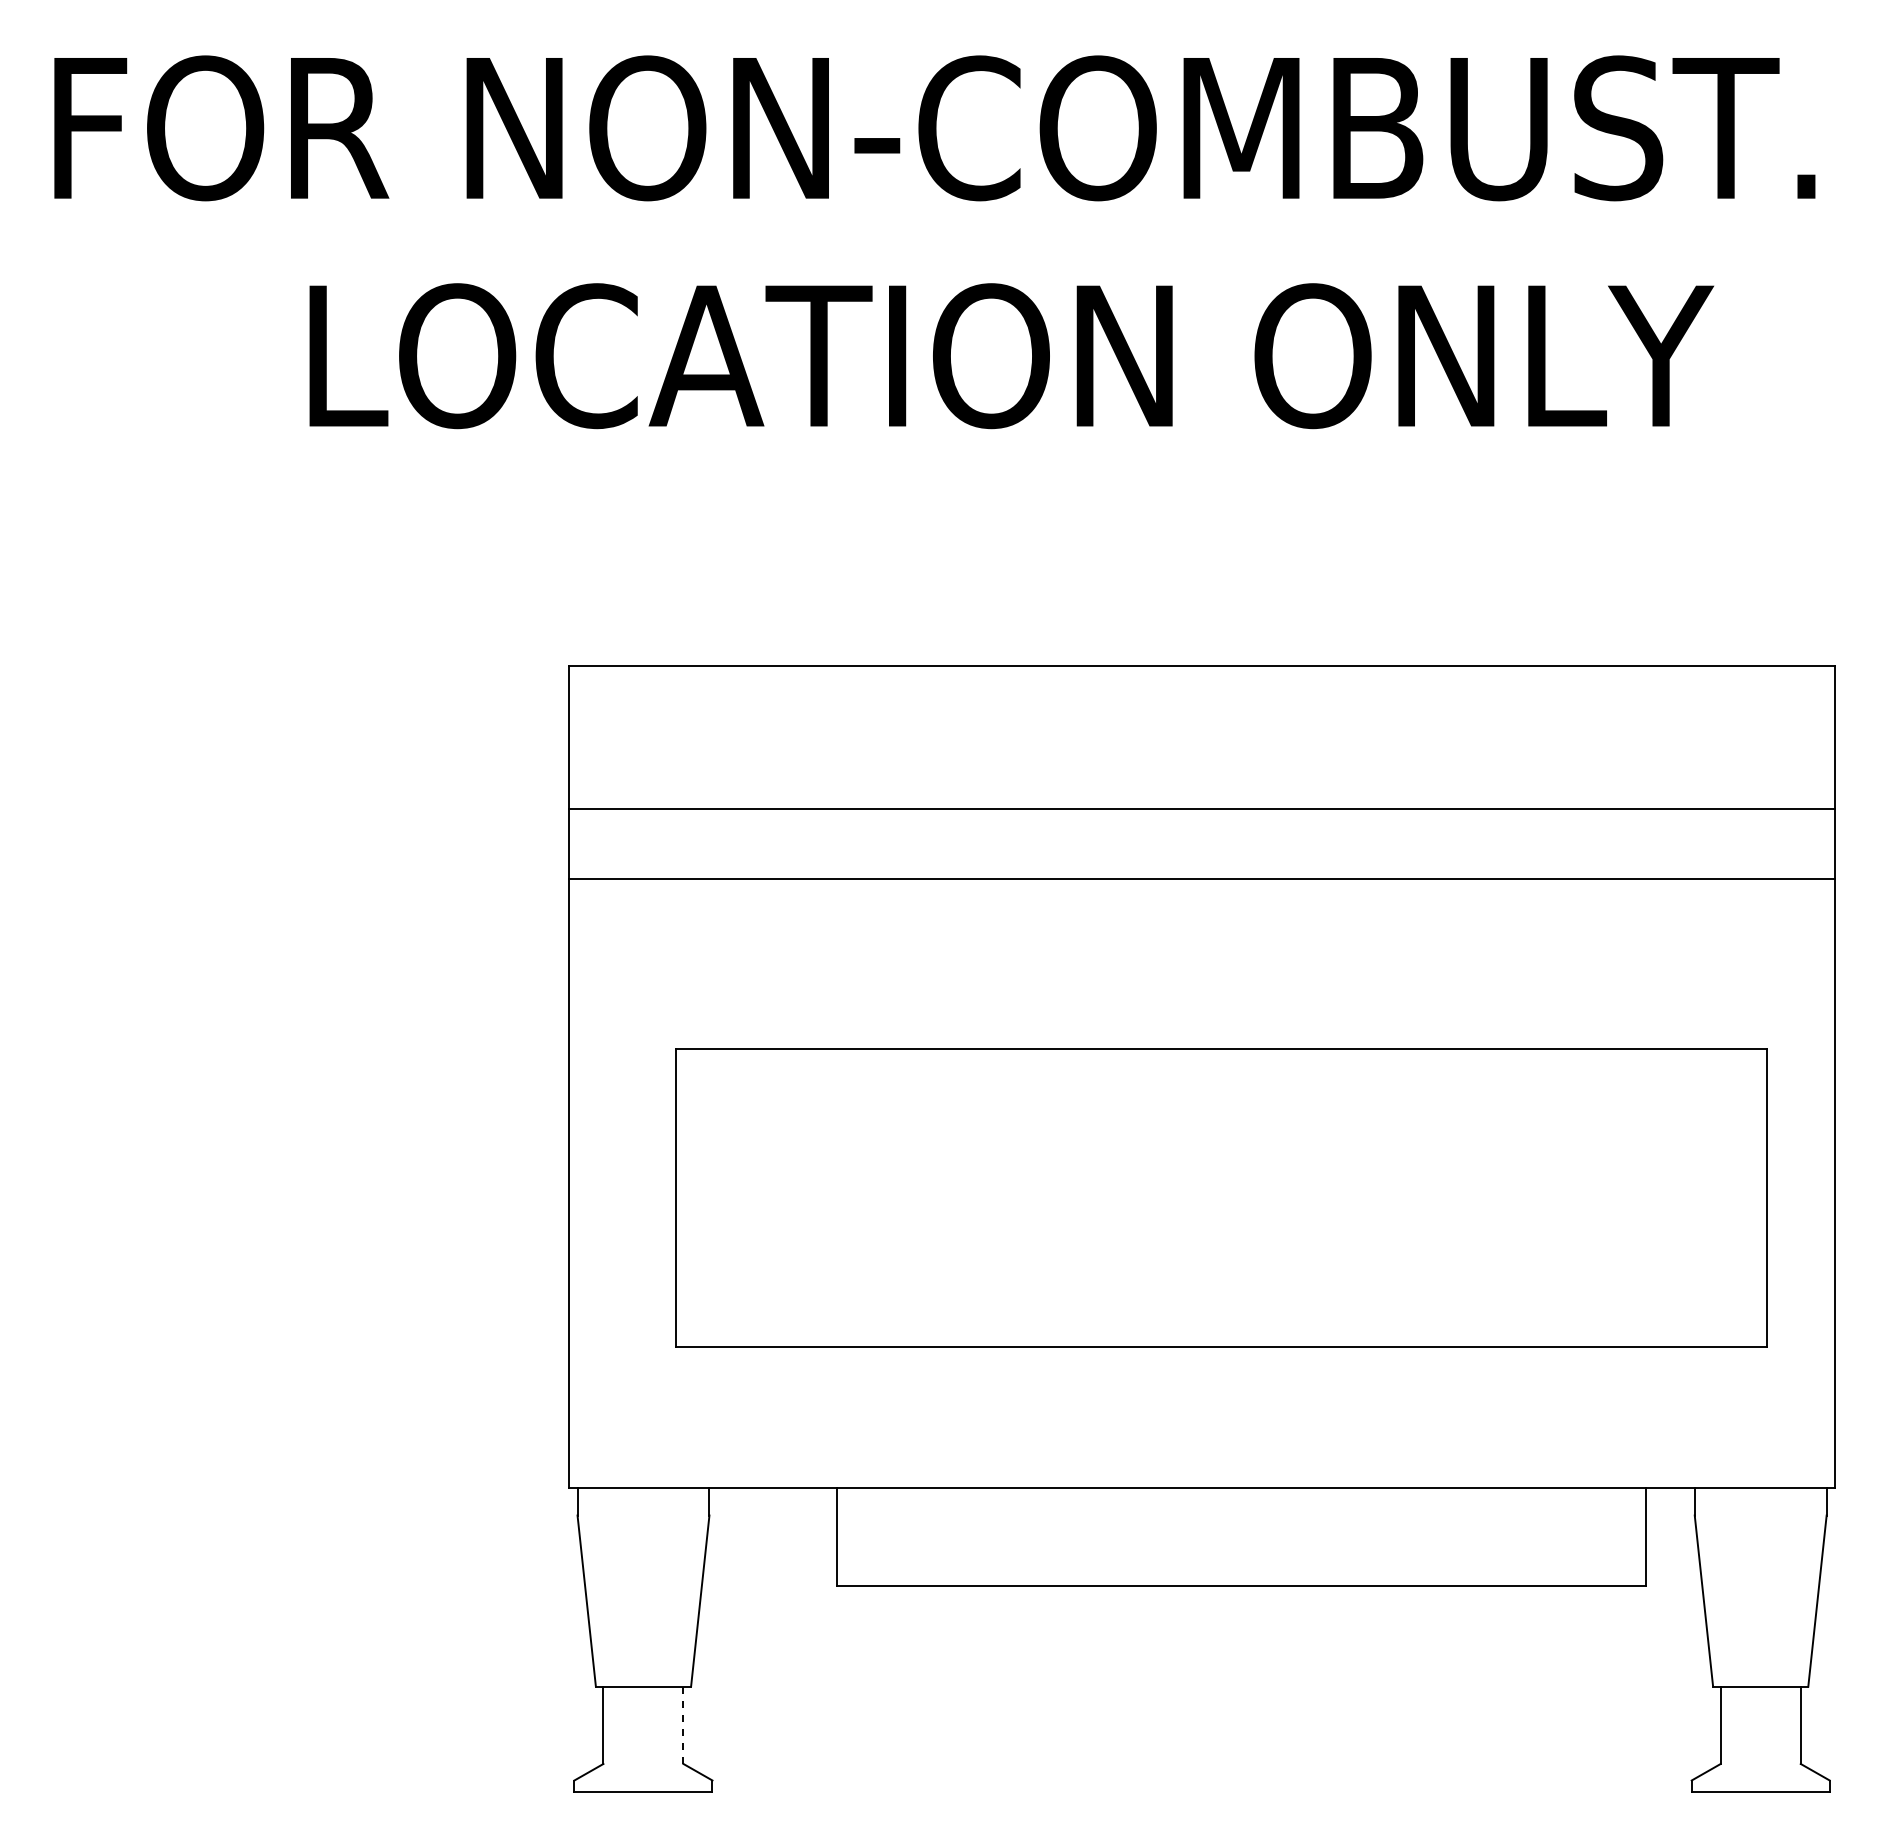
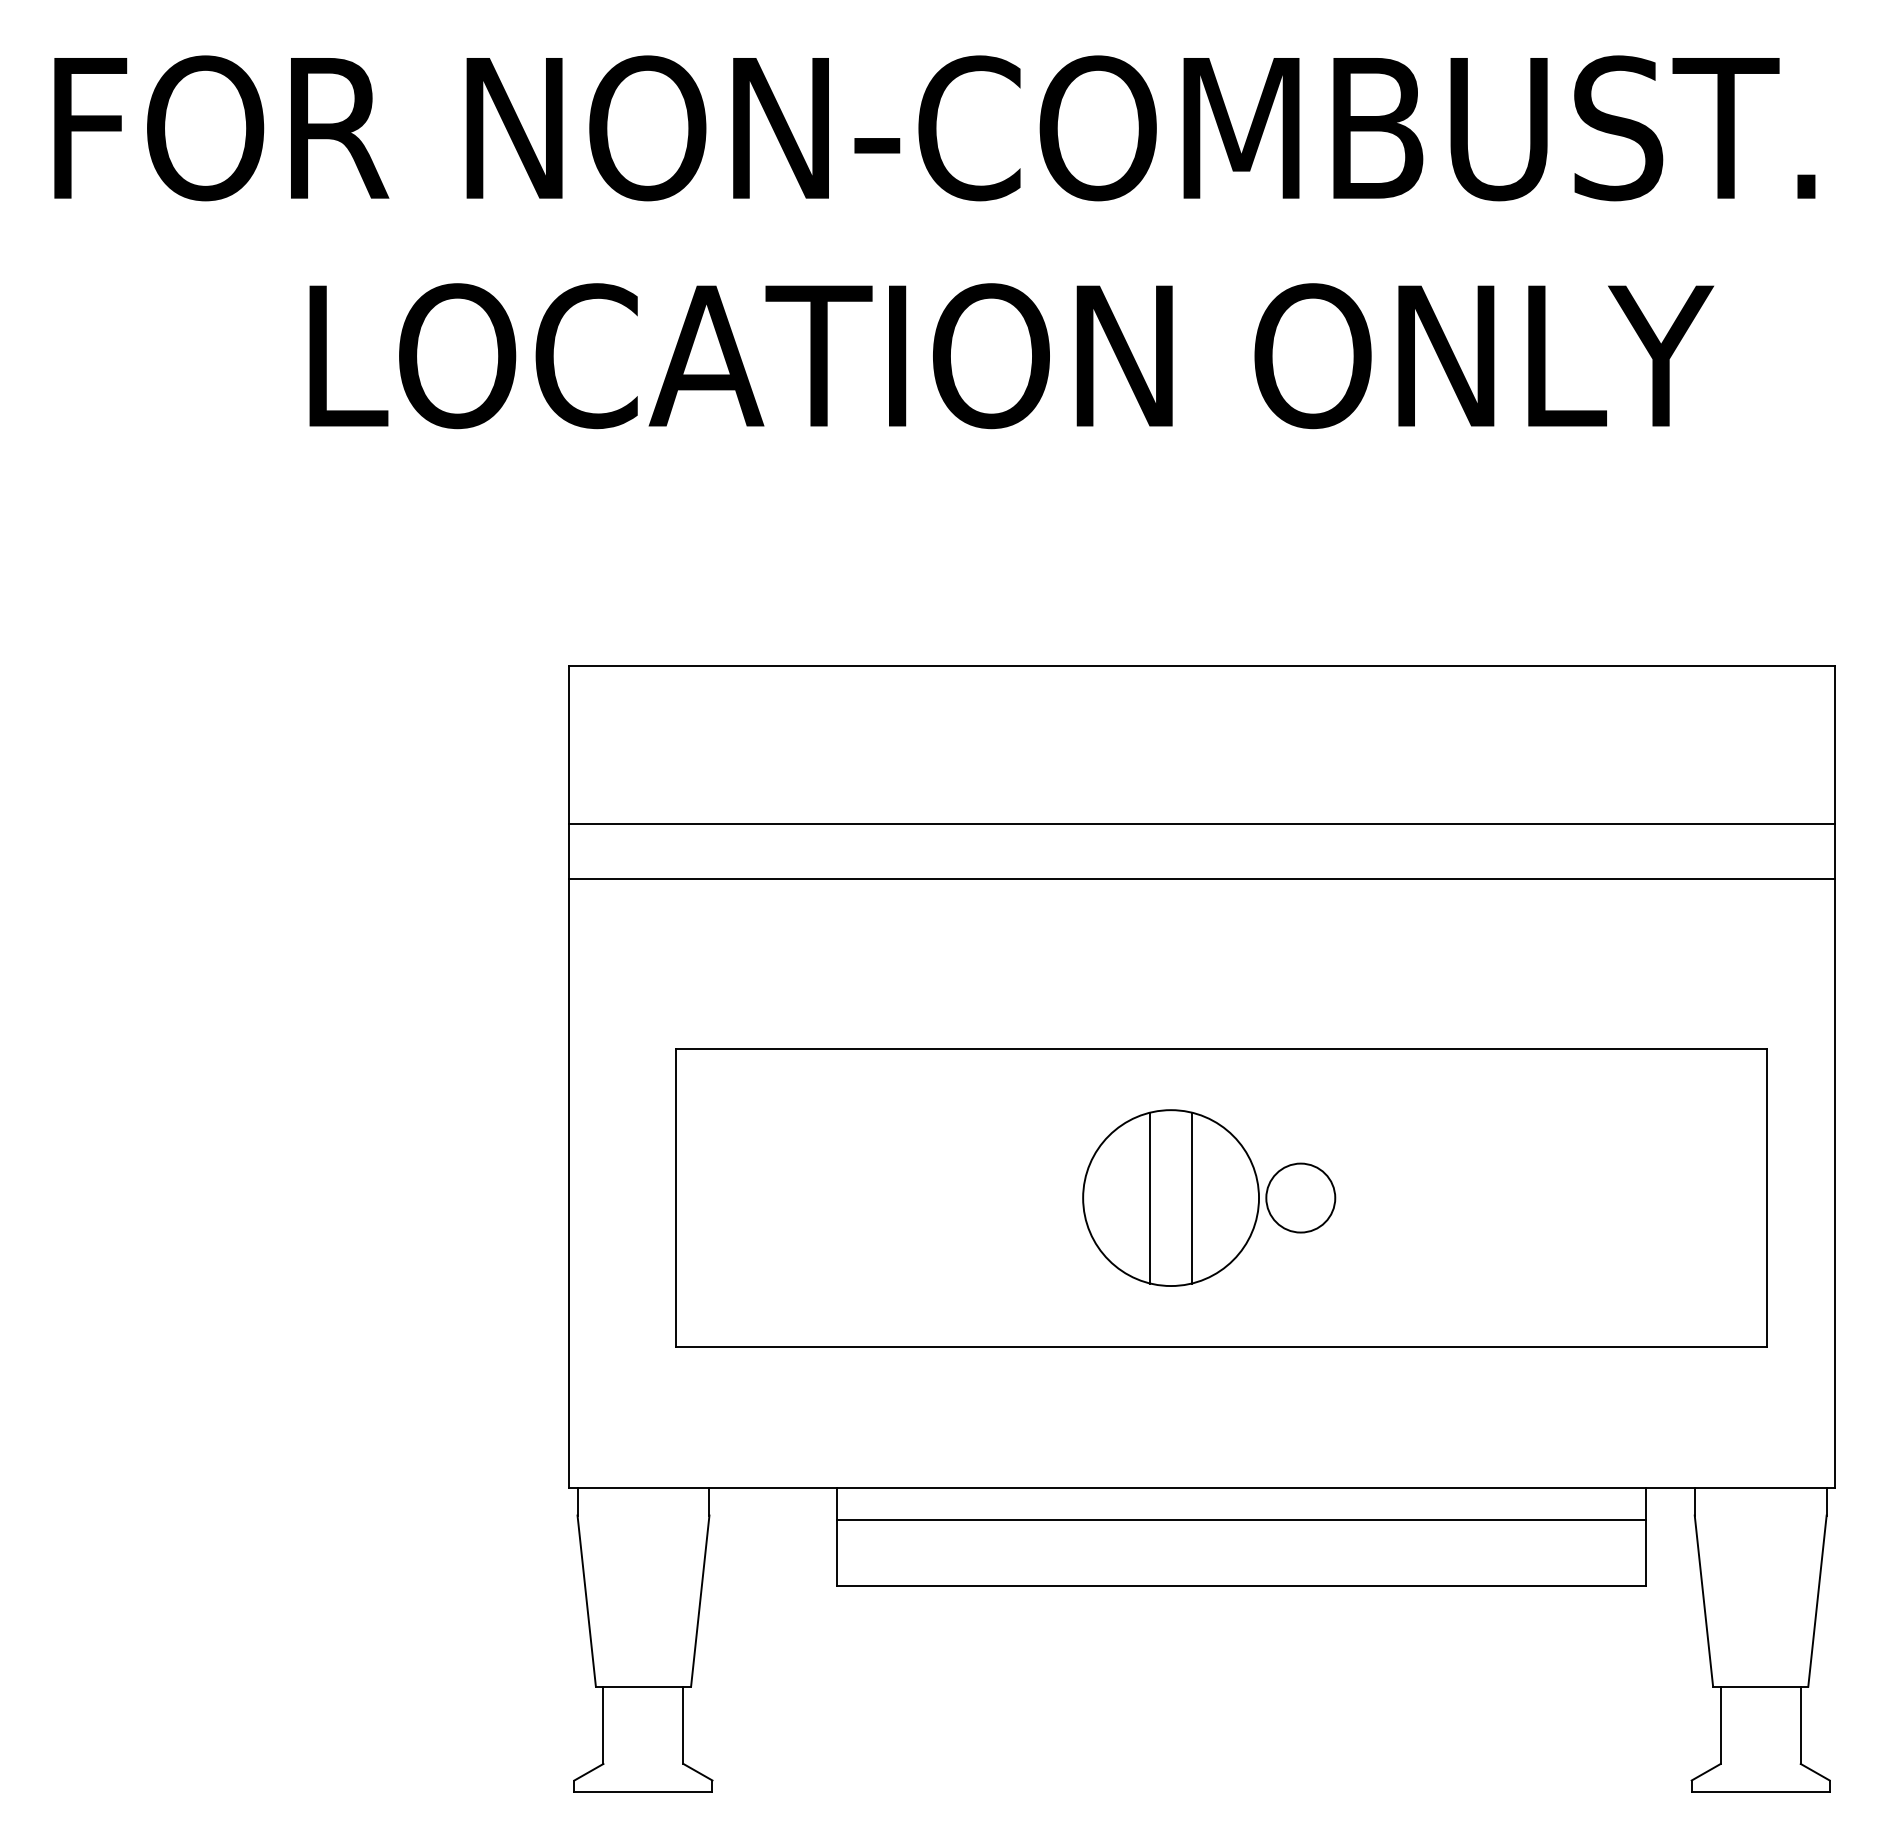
line at (1201, 808) position: (1201, 808) -> (1201, 823)
part at (1209, 1197): none -> present
line at (1241, 1519): none -> present
line at (683, 1725): dashed -> solid
